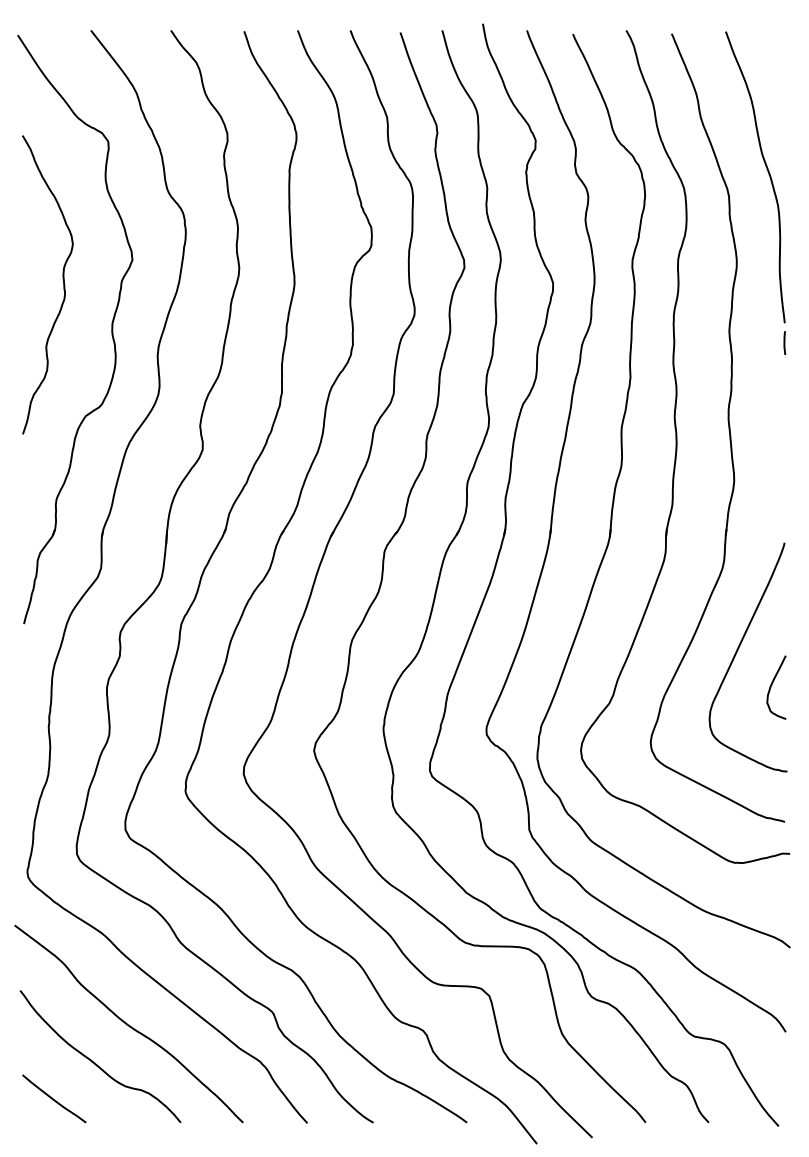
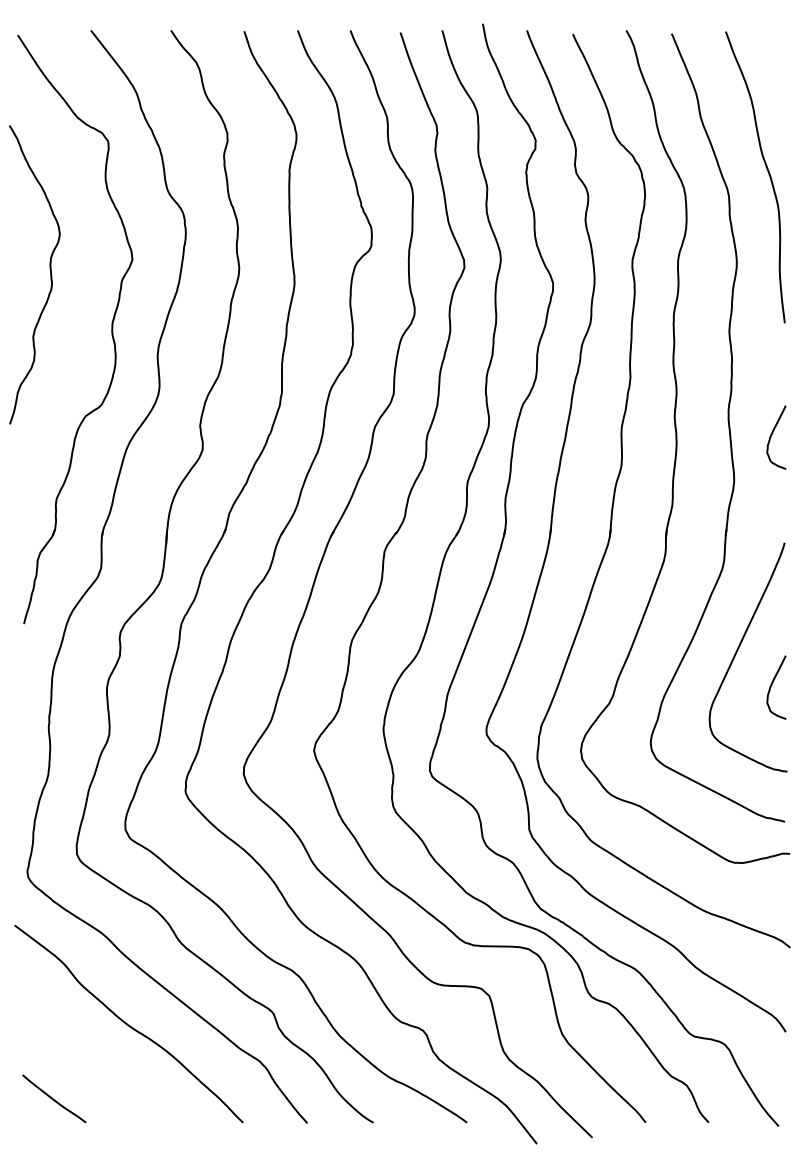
curve at (62, 279) position: (62, 279) -> (49, 269)
line at (784, 342): present -> none
curve at (772, 435): none -> present
curve at (96, 1063): present -> none
